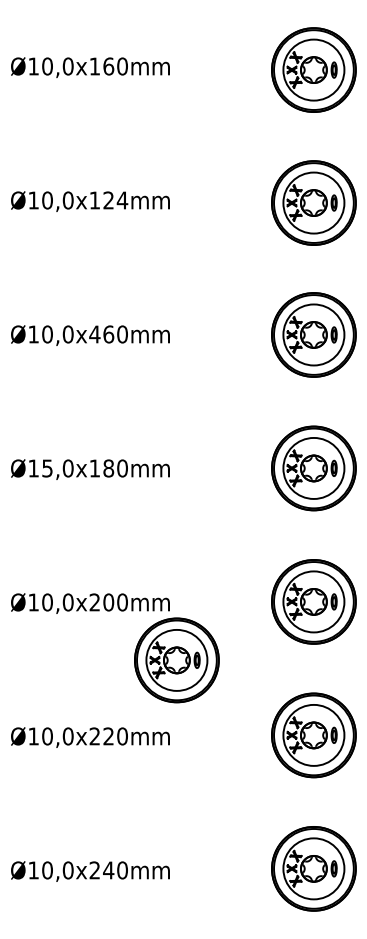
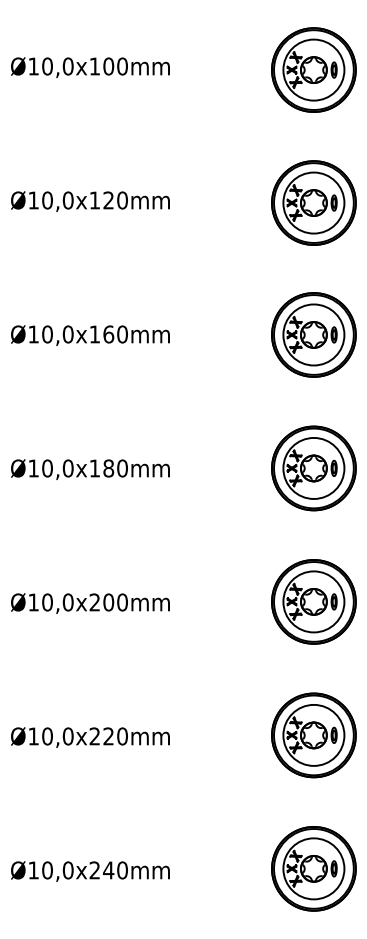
text at (108, 66): Ø10,0x160mm -> Ø10,0x100mm
text at (122, 200): Ø10,0x124mm -> Ø10,0x120mm
text at (94, 334): Ø10,0x460mm -> Ø10,0x160mm
text at (47, 468): Ø15,0x180mm -> Ø10,0x180mm
part at (176, 660): present -> none
